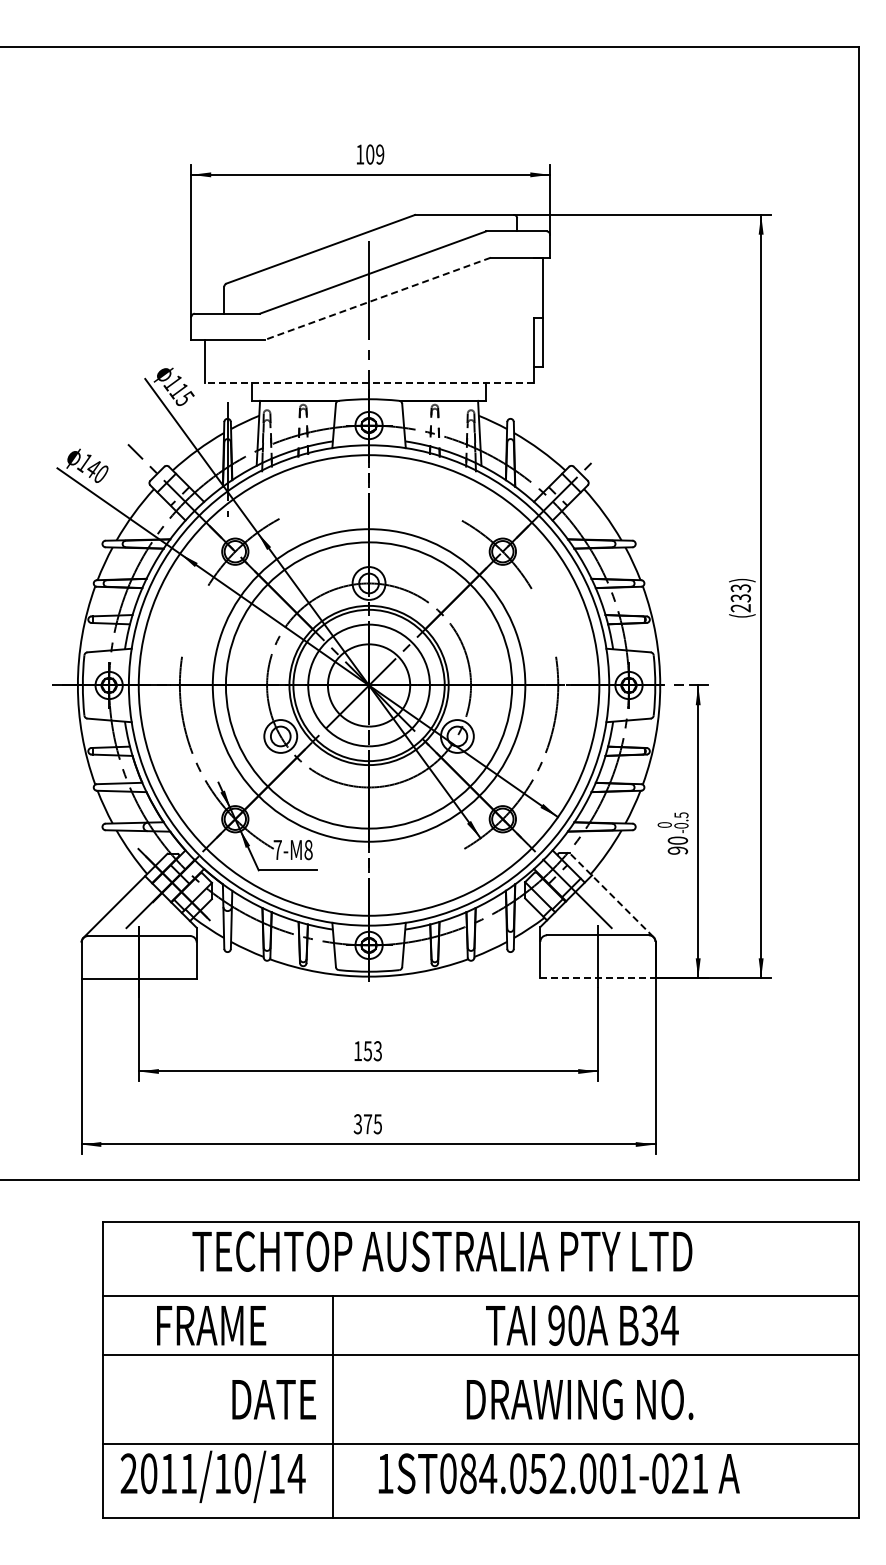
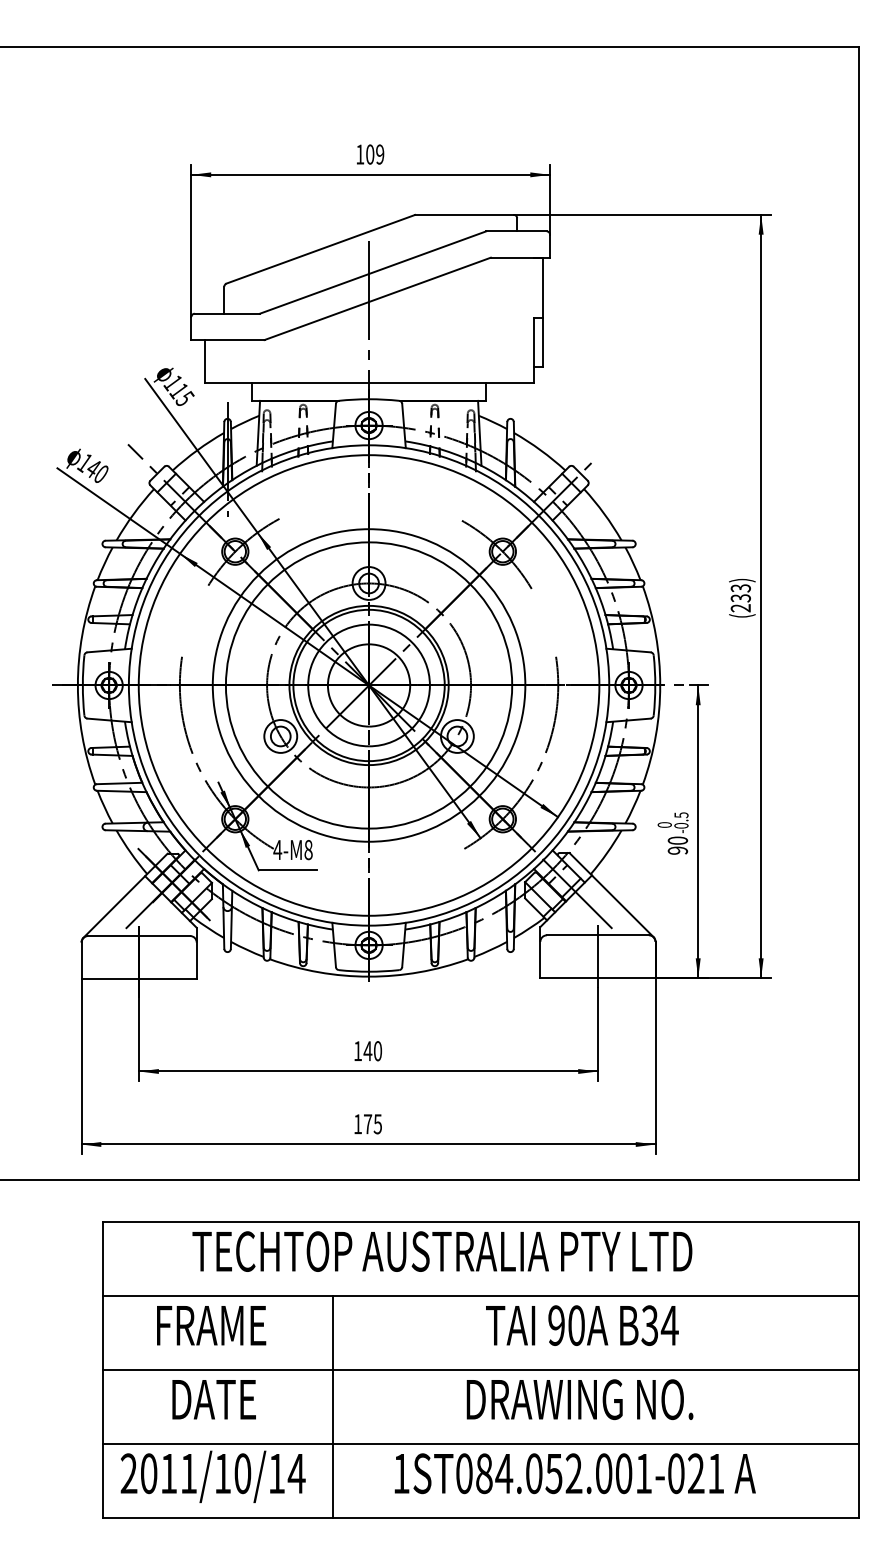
line at (377, 299): dashed -> solid
line at (369, 383): dashed -> solid
text at (277, 849): 7-M8 -> 4-M8
line at (611, 894): dashed -> solid
line at (597, 978): dashed -> solid
text at (372, 1051): 153 -> 140
text at (357, 1124): 375 -> 175
line at (480, 1354) position: (480, 1354) -> (480, 1369)
text at (273, 1399) position: (273, 1399) -> (213, 1399)
text at (558, 1473) position: (558, 1473) -> (574, 1473)
